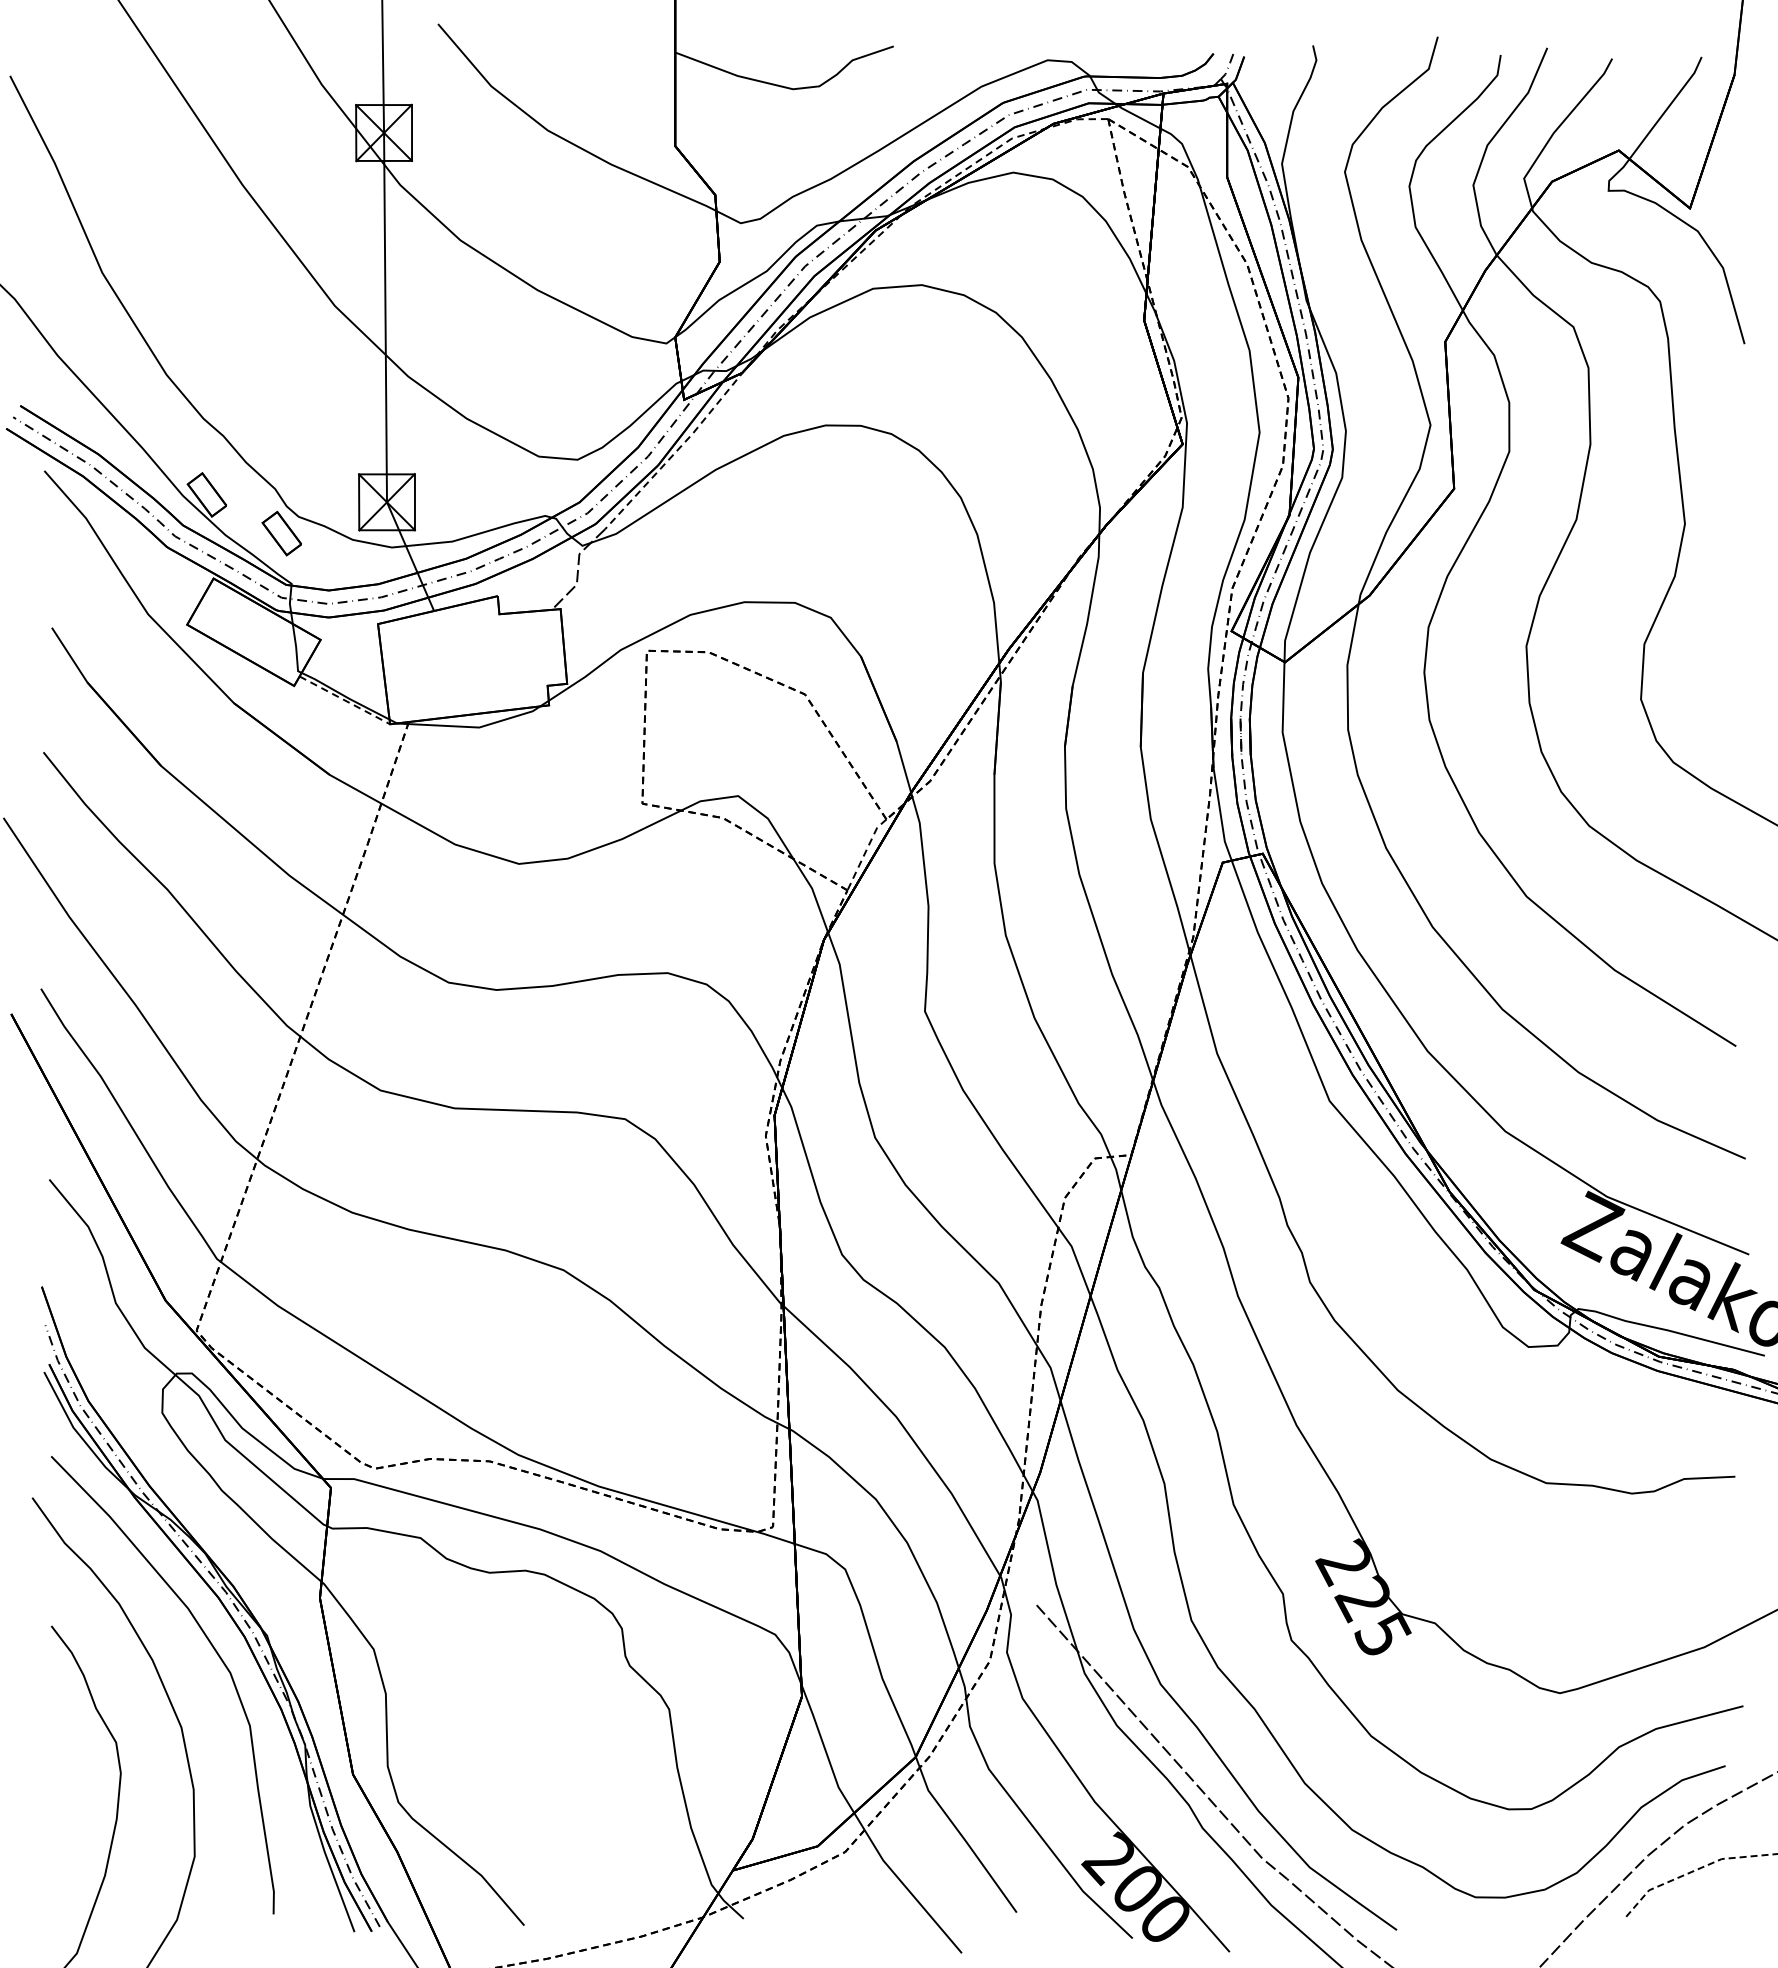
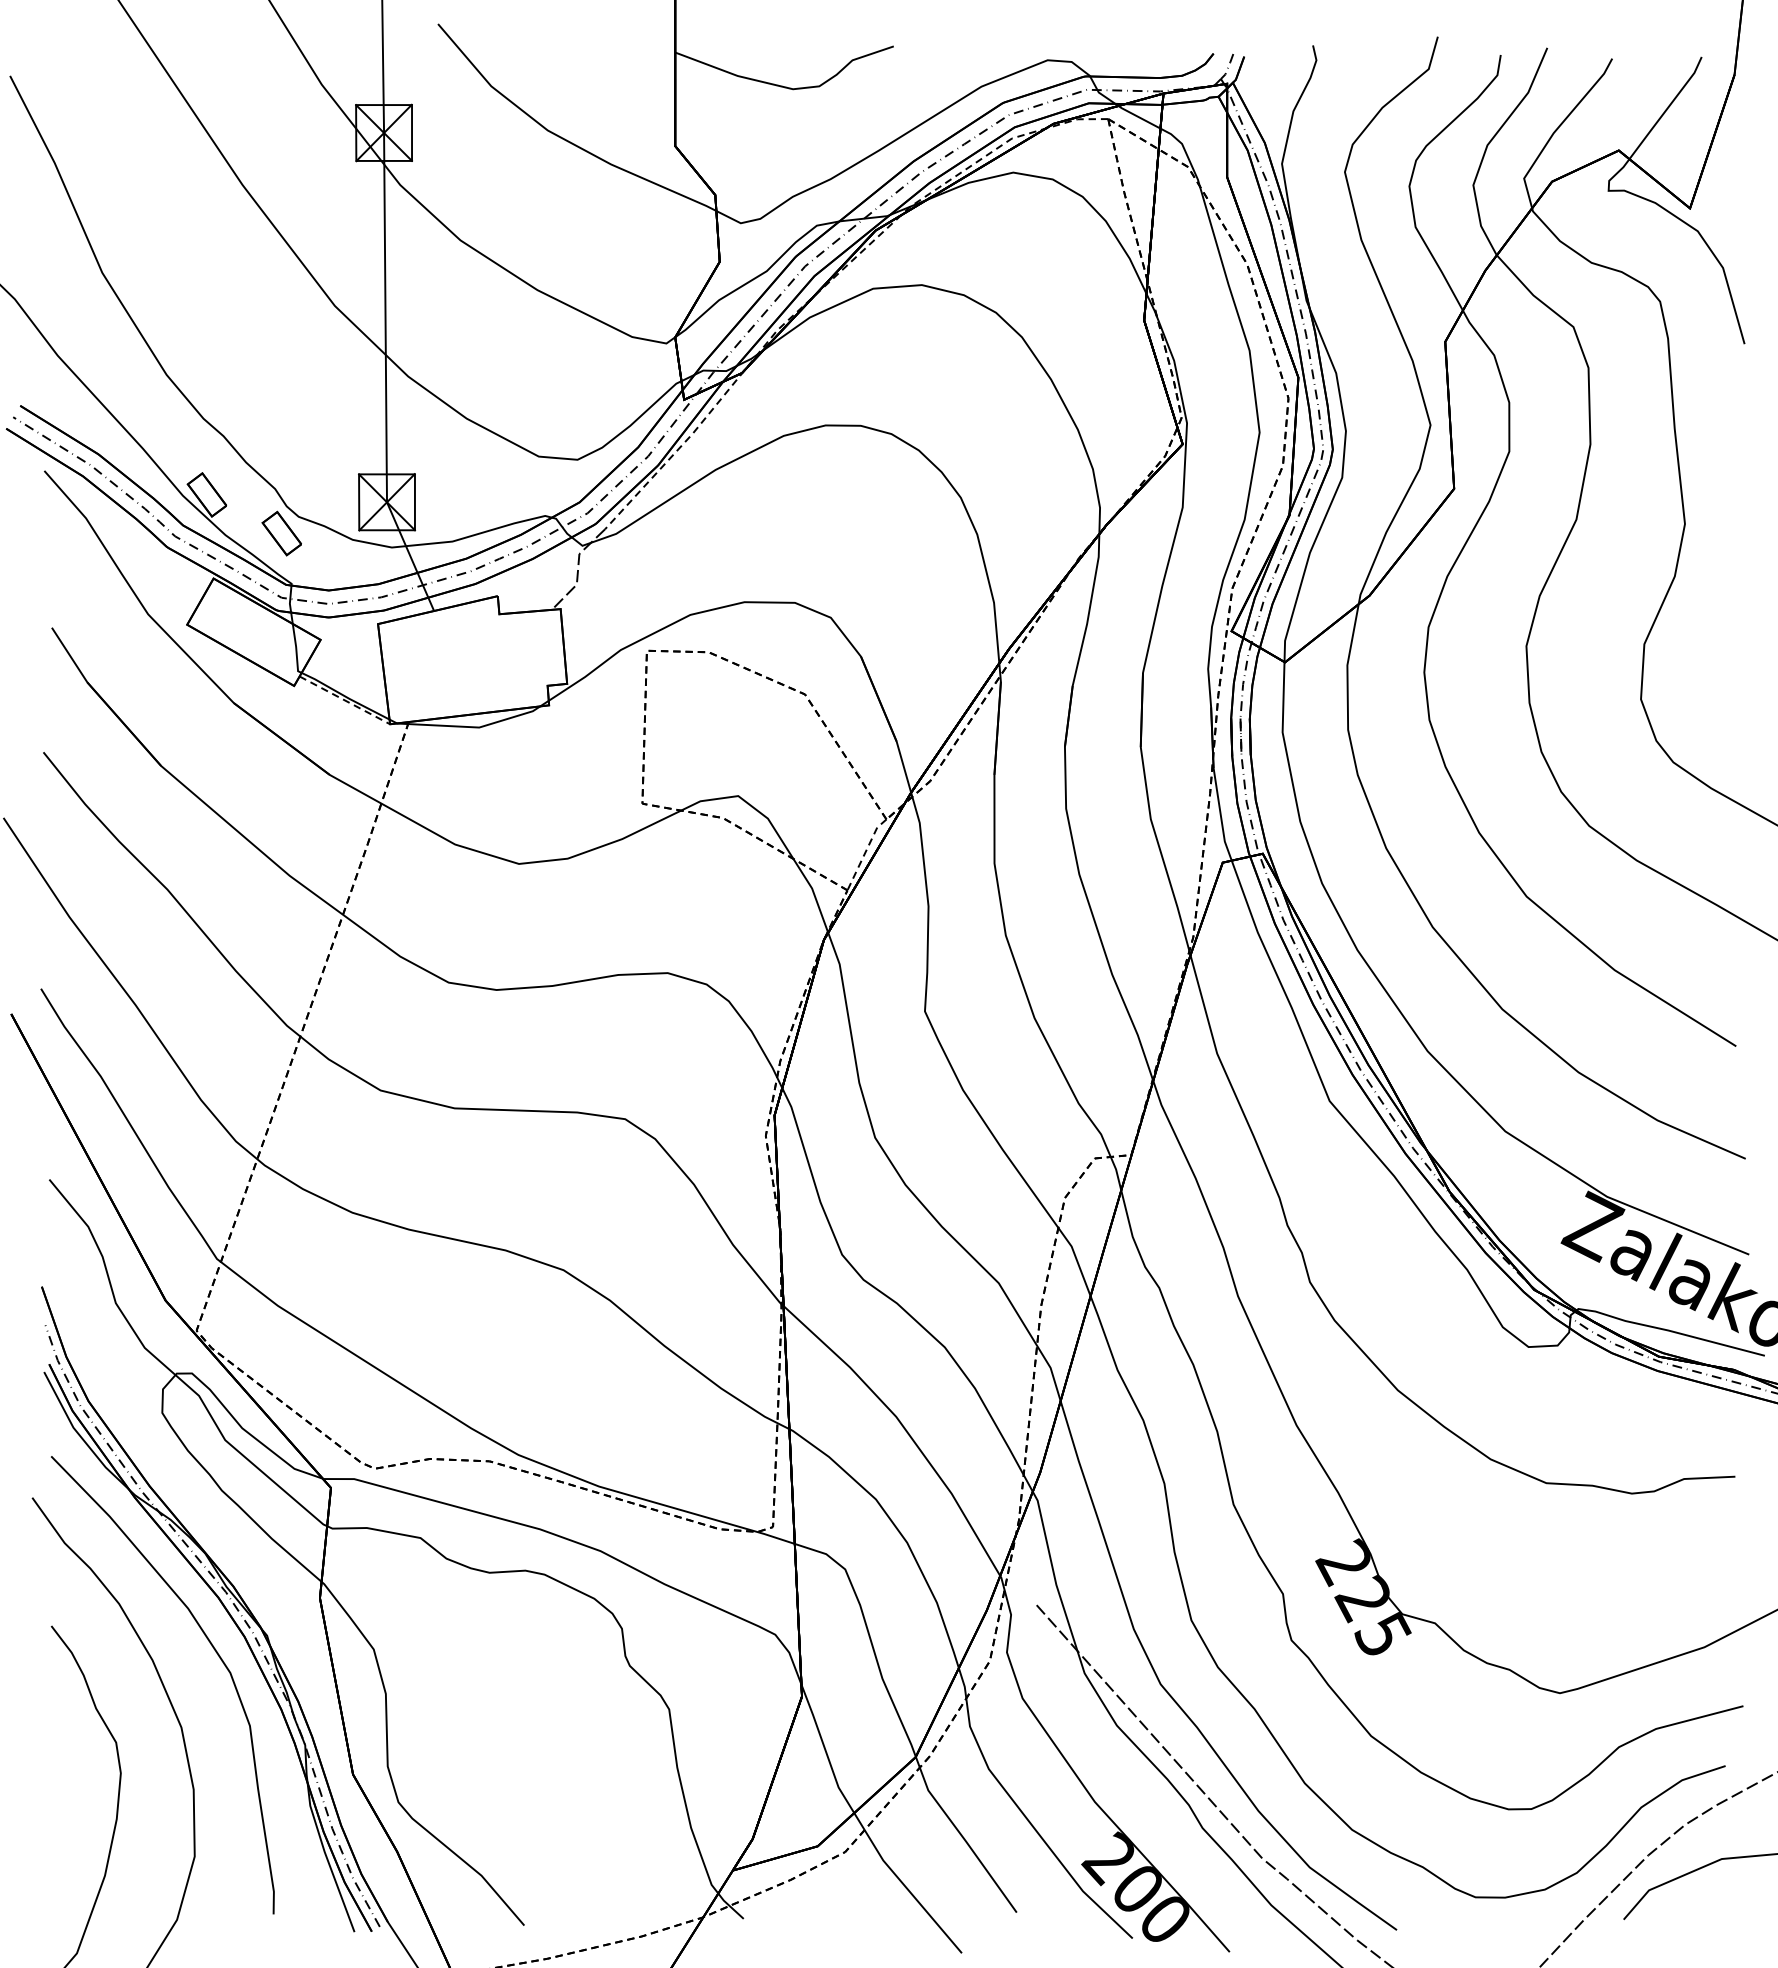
line at (1692, 1871): dashed -> solid
